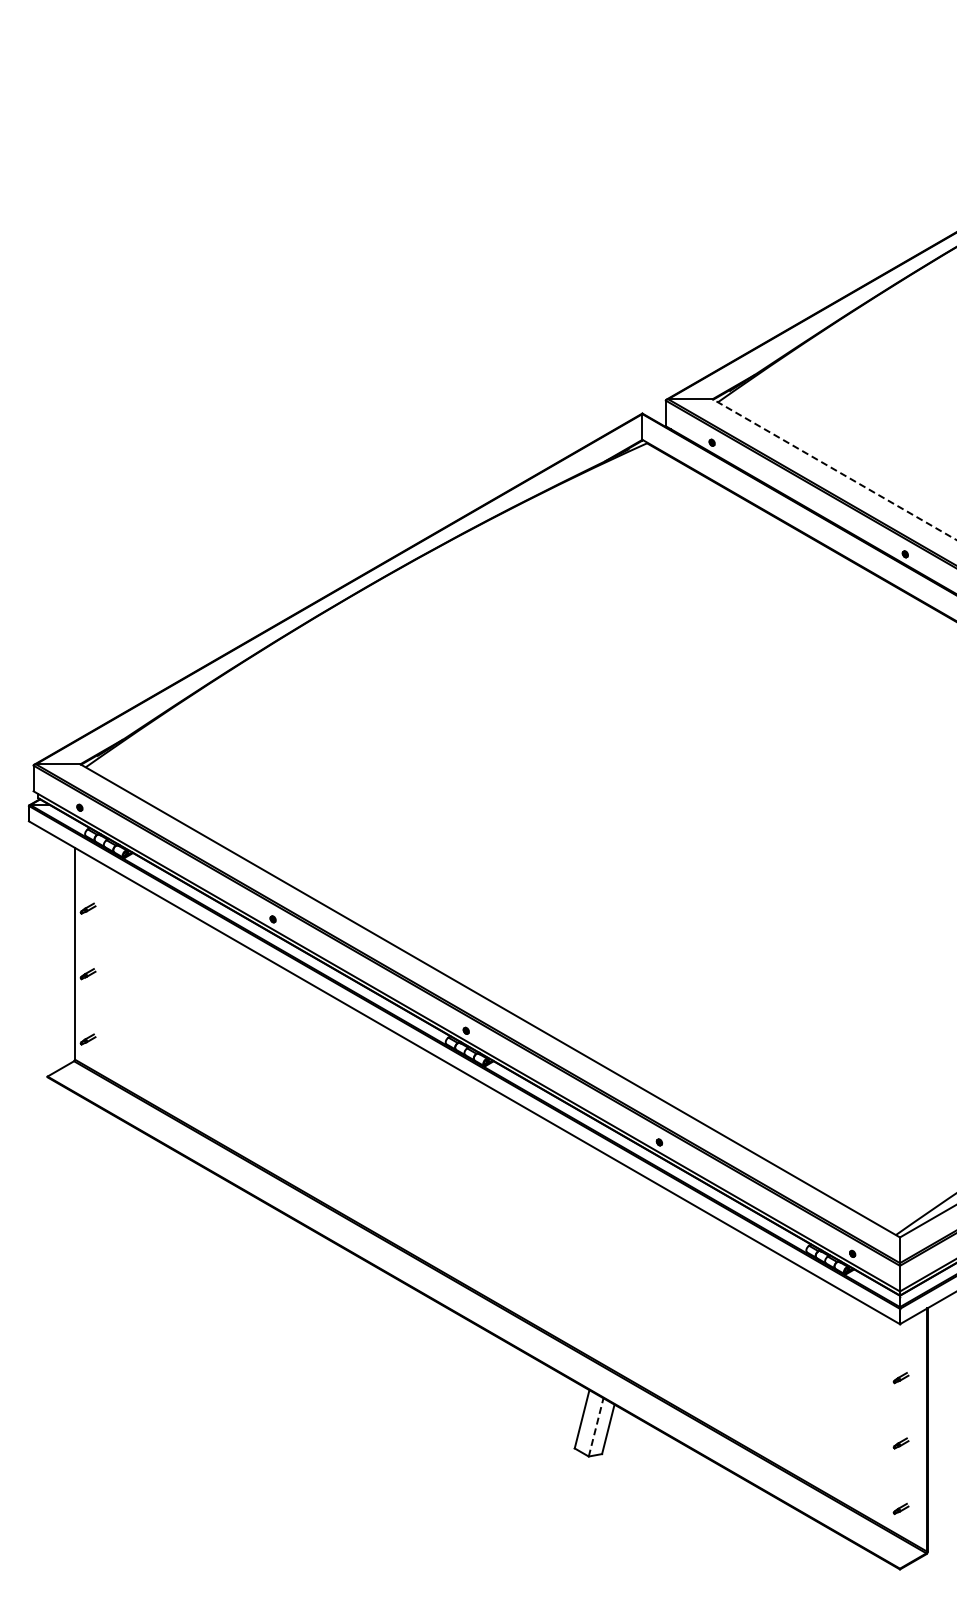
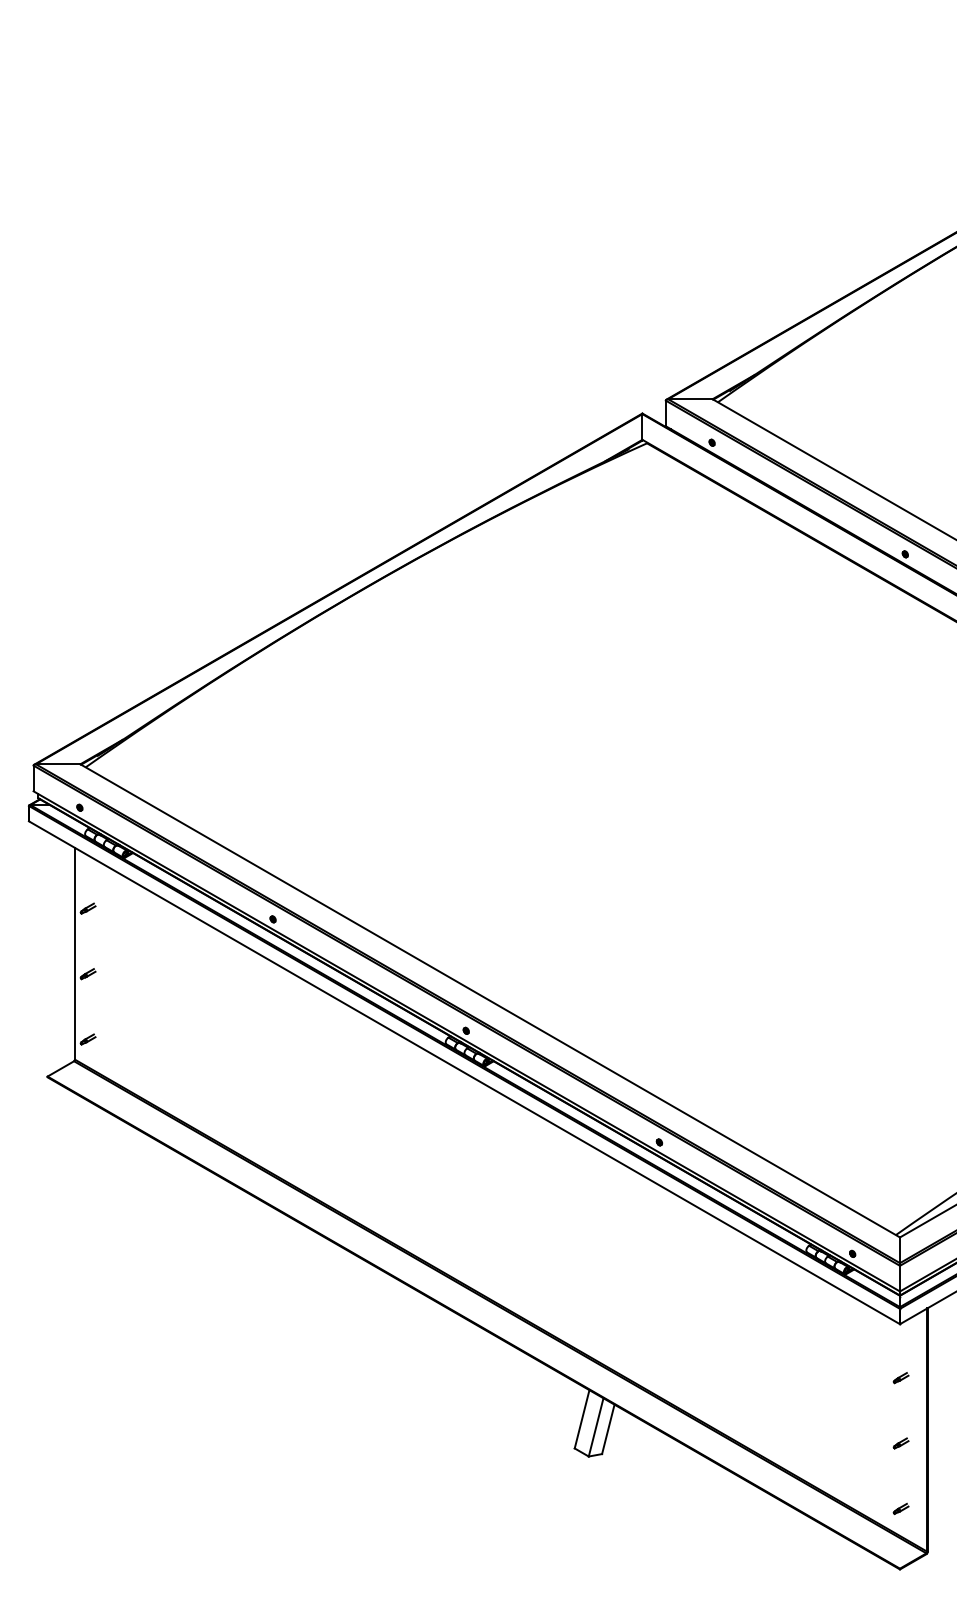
line at (834, 469): dashed -> solid
line at (596, 1426): dashed -> solid
